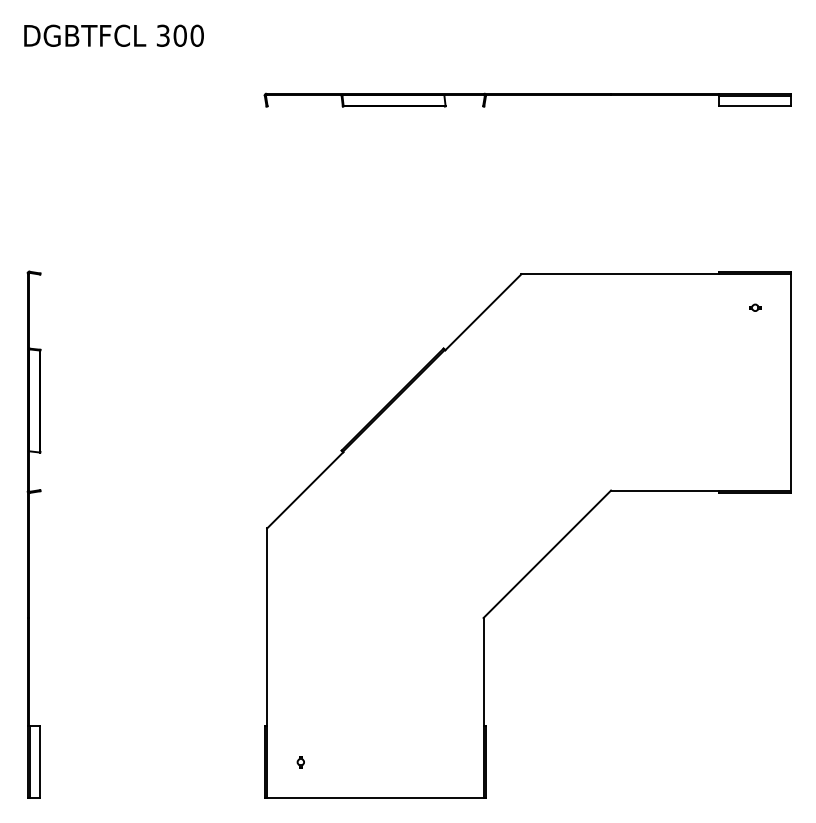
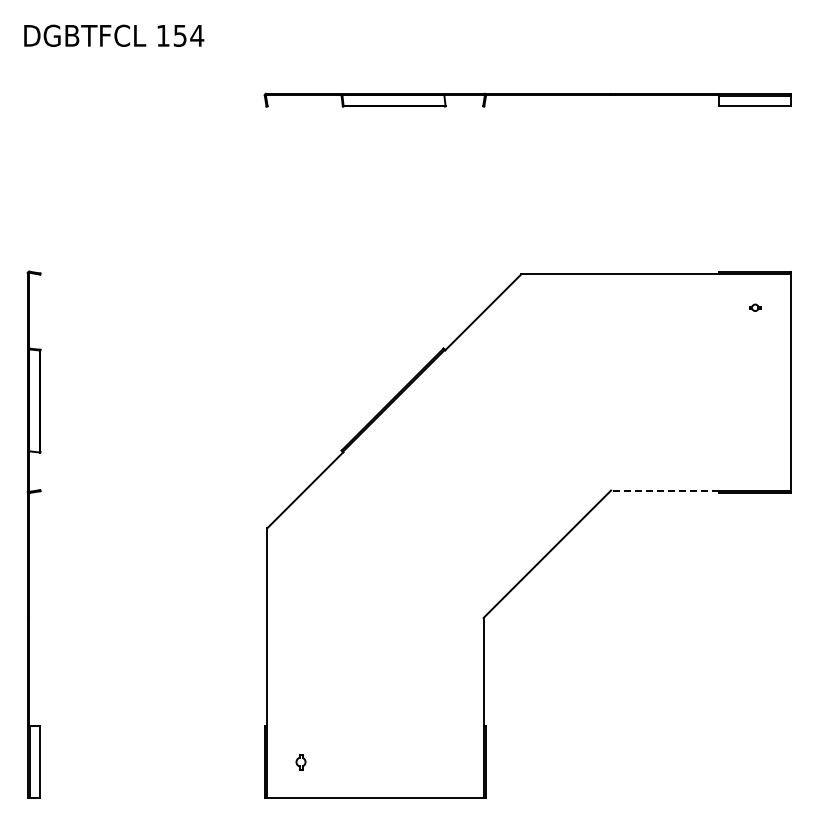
text at (180, 35): 300 -> 154
line at (664, 490): solid -> dashed
part at (300, 762) size: 9x13 px -> 12x17 px
